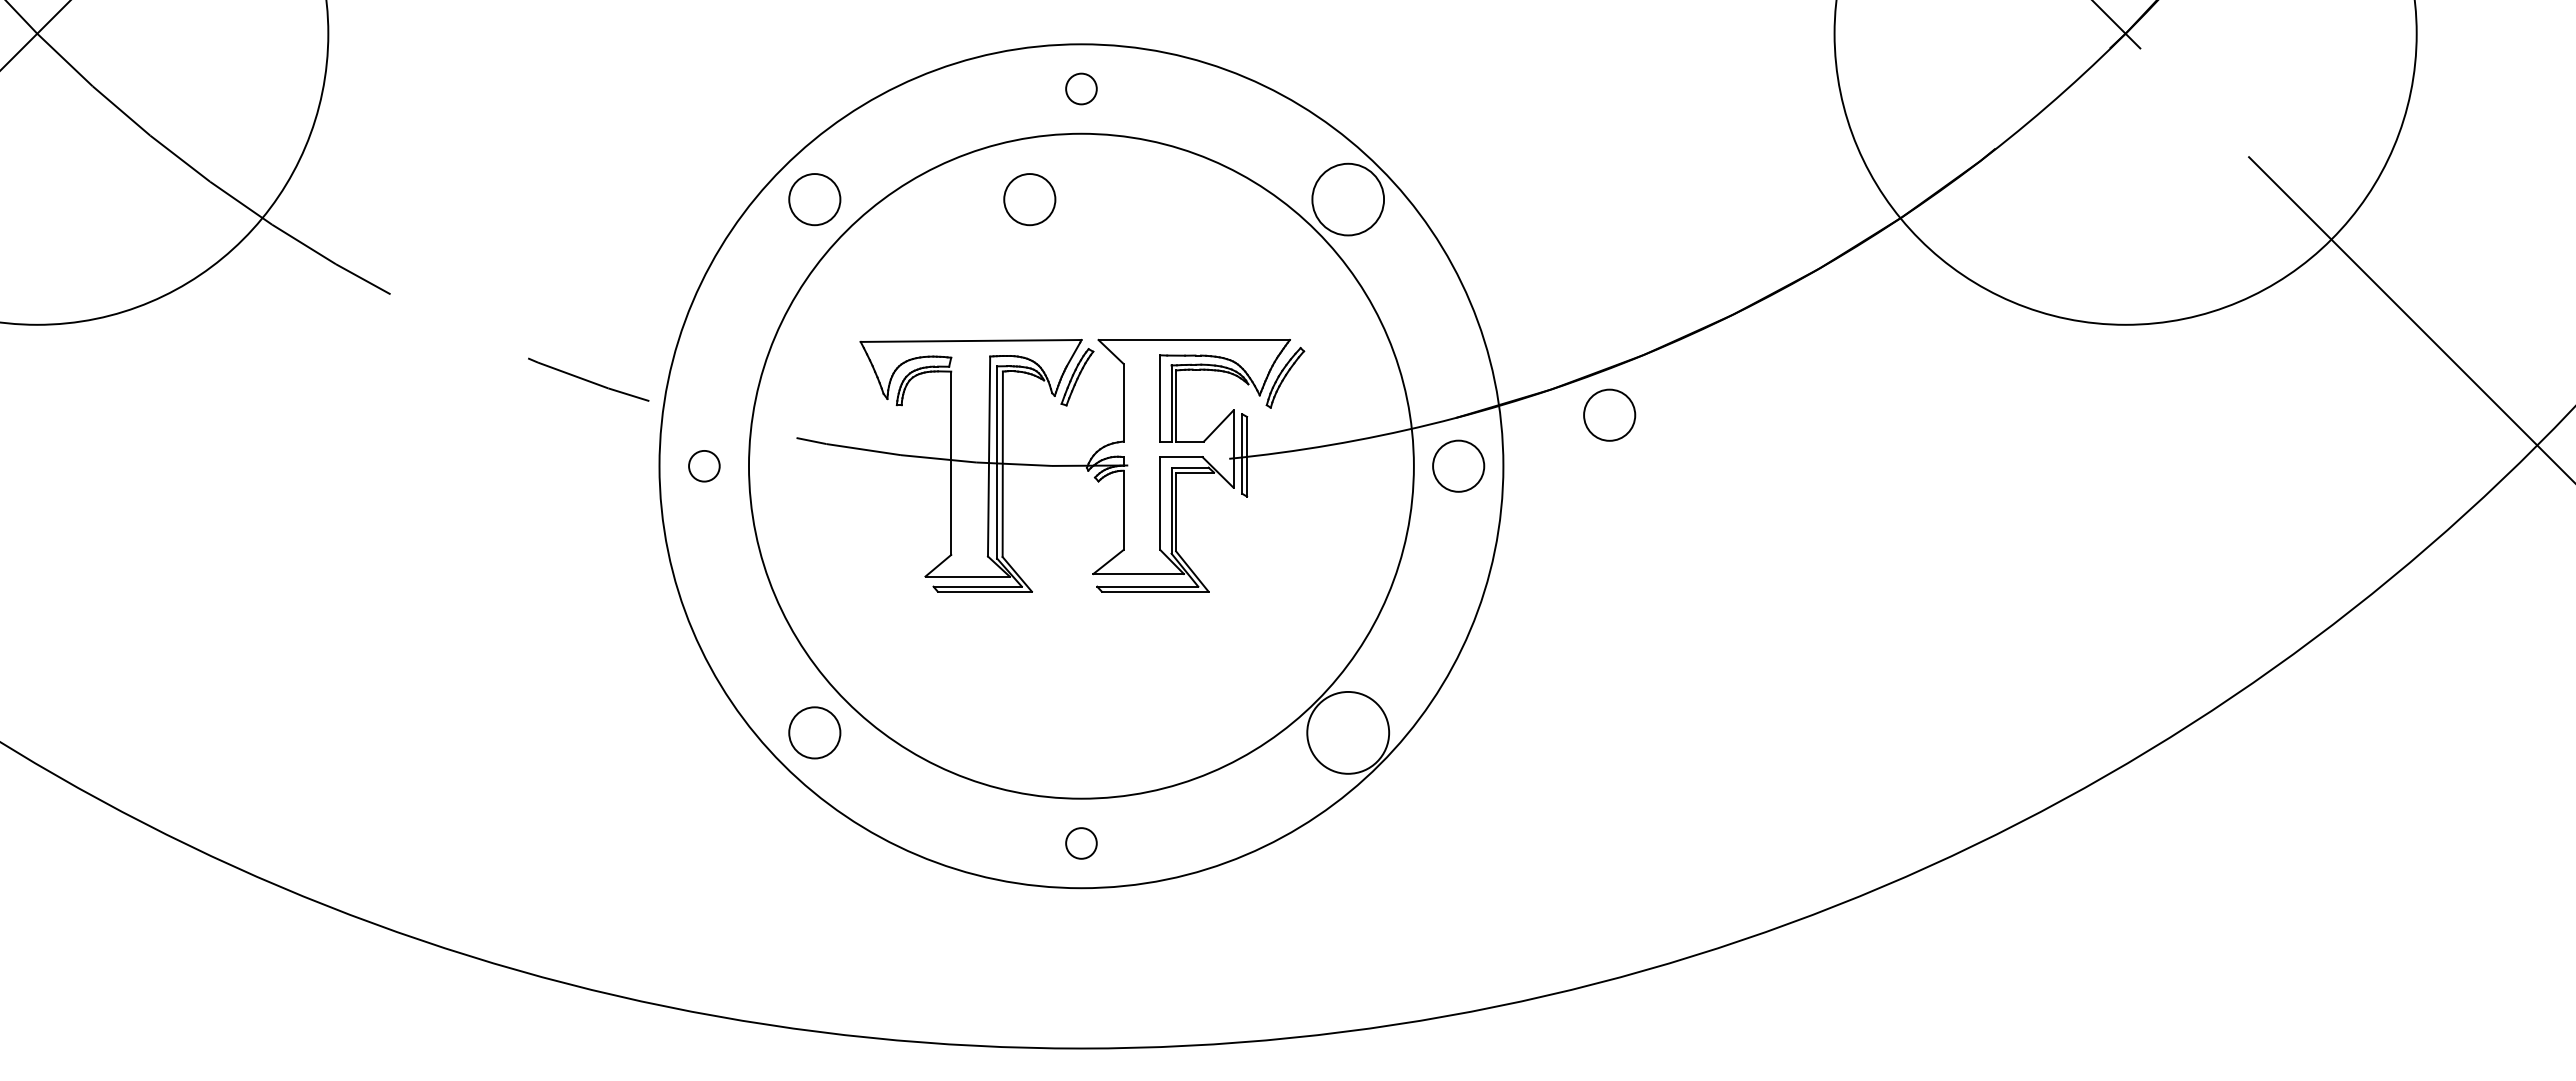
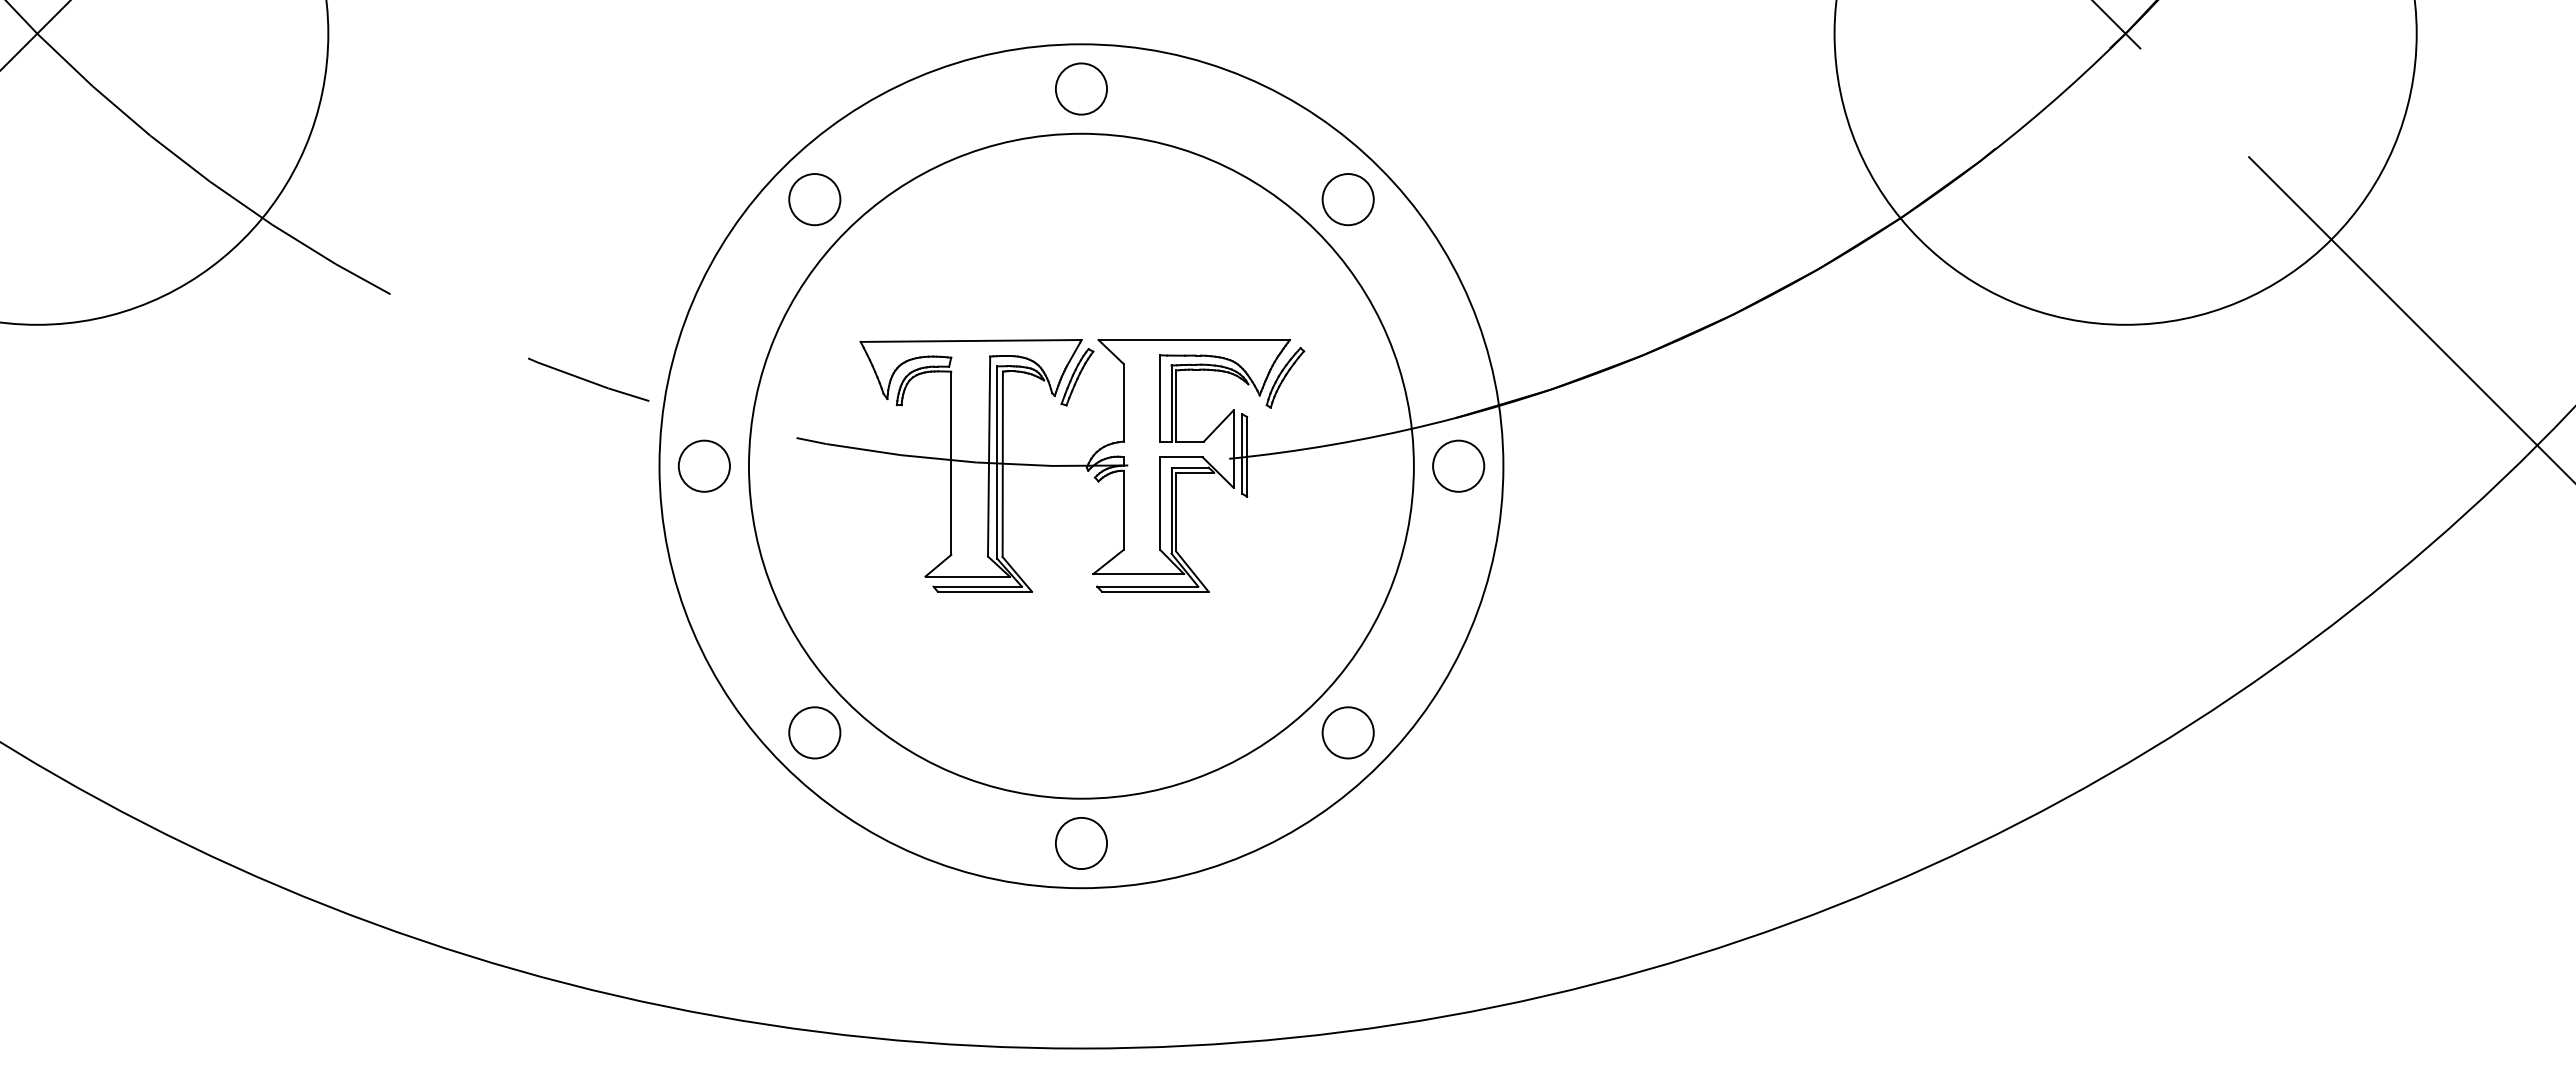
circle at (1081, 88) size: 33x34 px -> 53x54 px
circle at (1029, 199): present -> none
circle at (1348, 199) diameter: 72 px -> 51 px
circle at (1609, 414): present -> none
circle at (704, 465) diameter: 31 px -> 51 px
circle at (1348, 732) diameter: 82 px -> 51 px
circle at (1081, 843) size: 33x33 px -> 53x53 px
